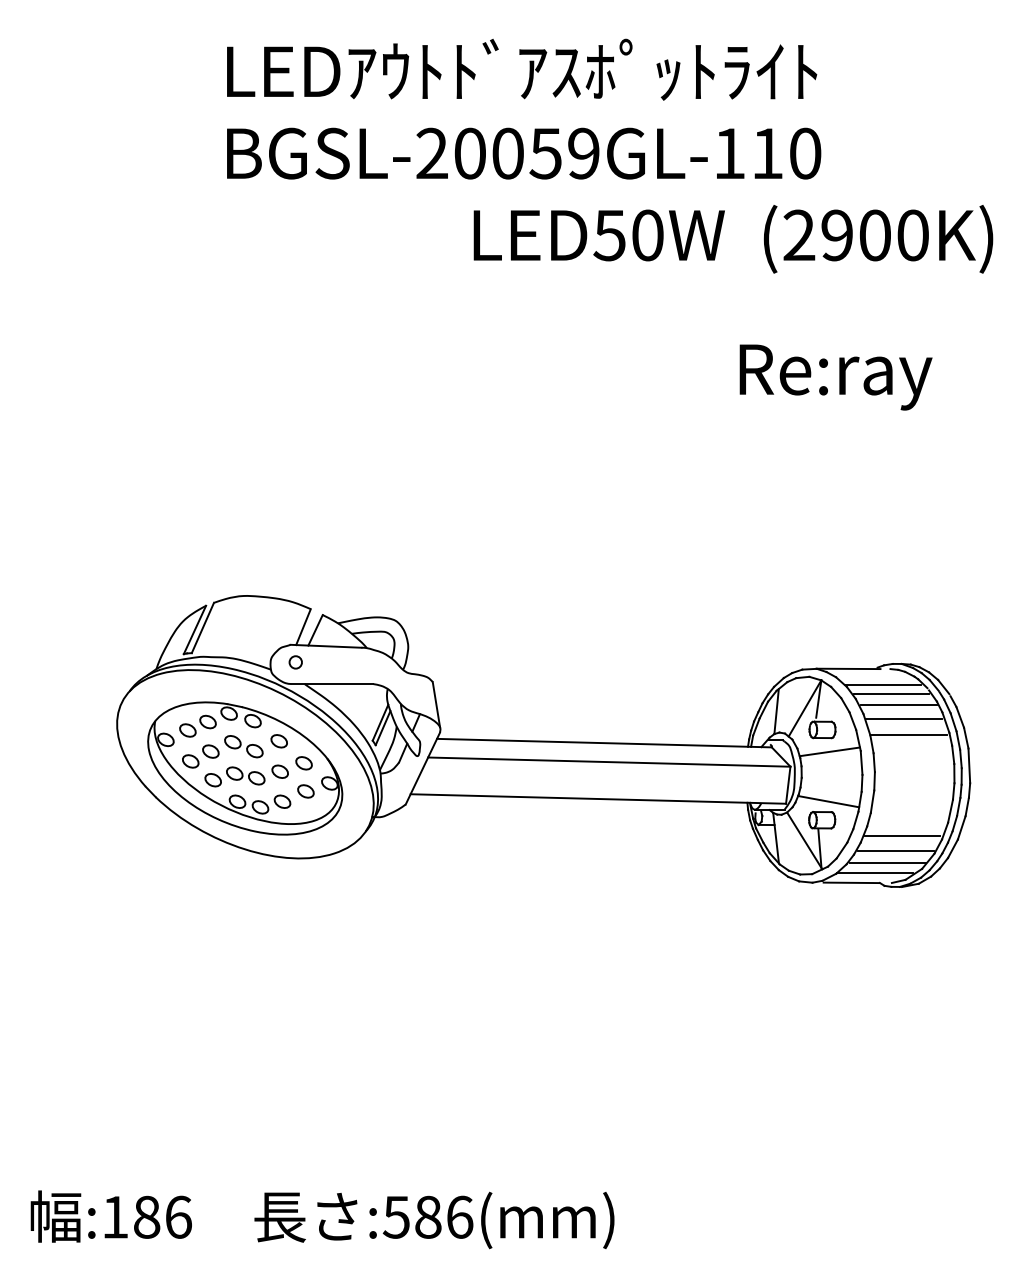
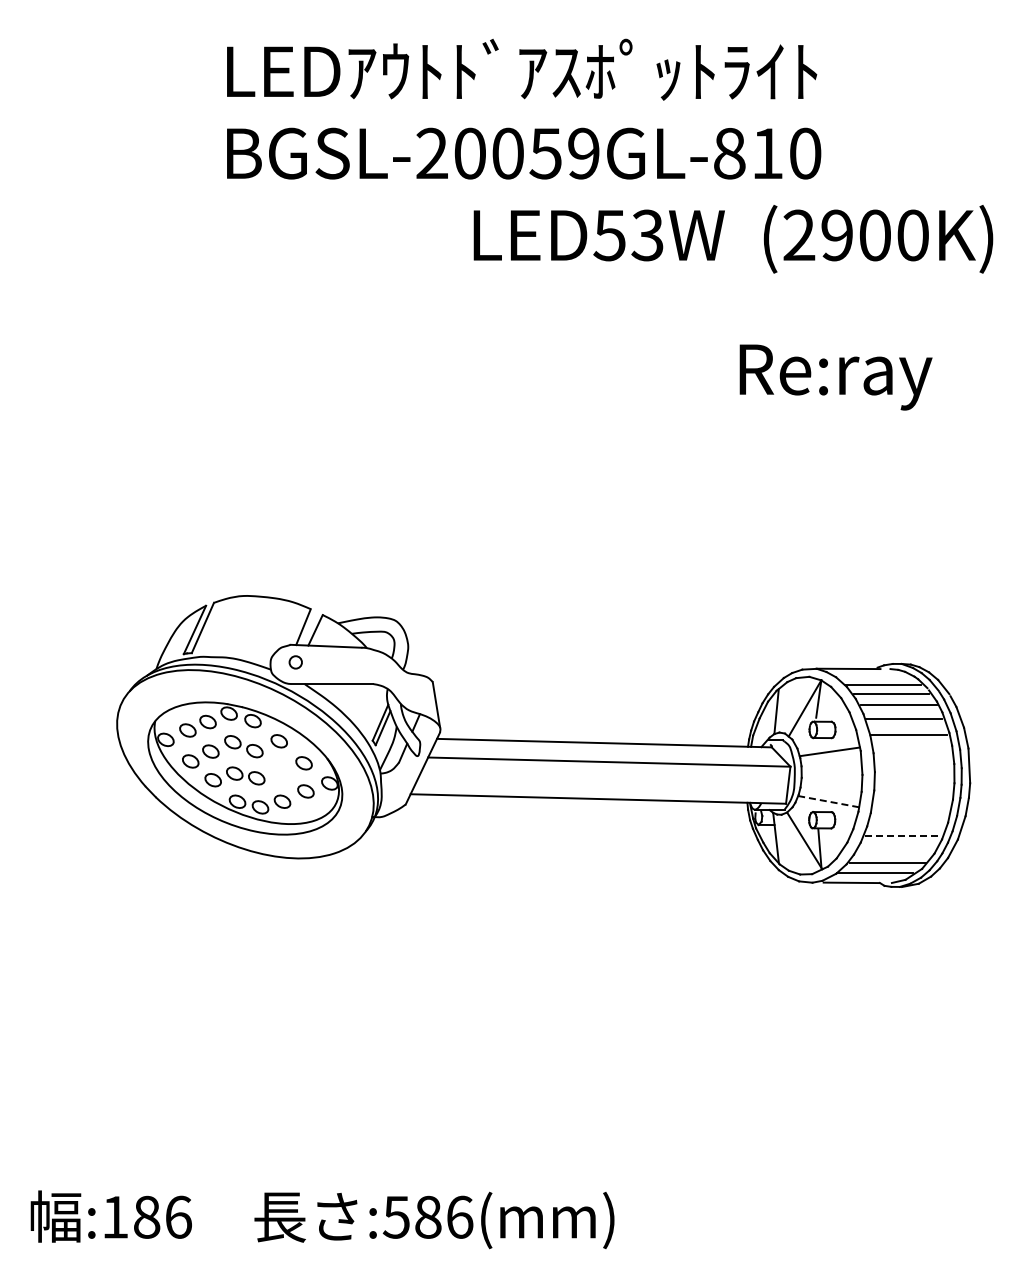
text at (729, 153): BGSL-20059GL-110 -> BGSL-20059GL-810
text at (647, 235): LED50W -> LED53W
part at (279, 771): present -> none
line at (829, 801): solid -> dashed
line at (902, 836): solid -> dashed
line at (895, 851): present -> none
